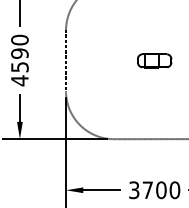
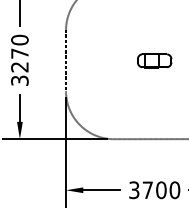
text at (19, 67): 4590 -> 3270
